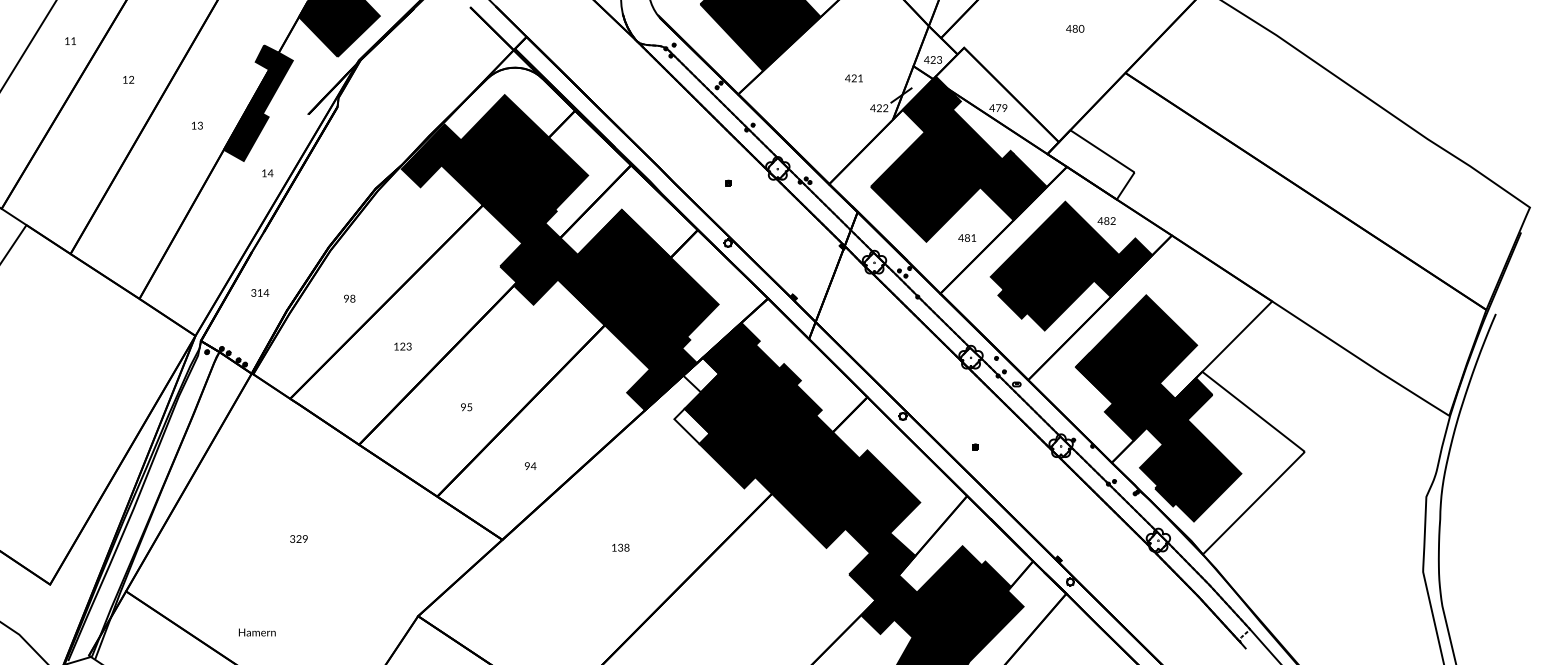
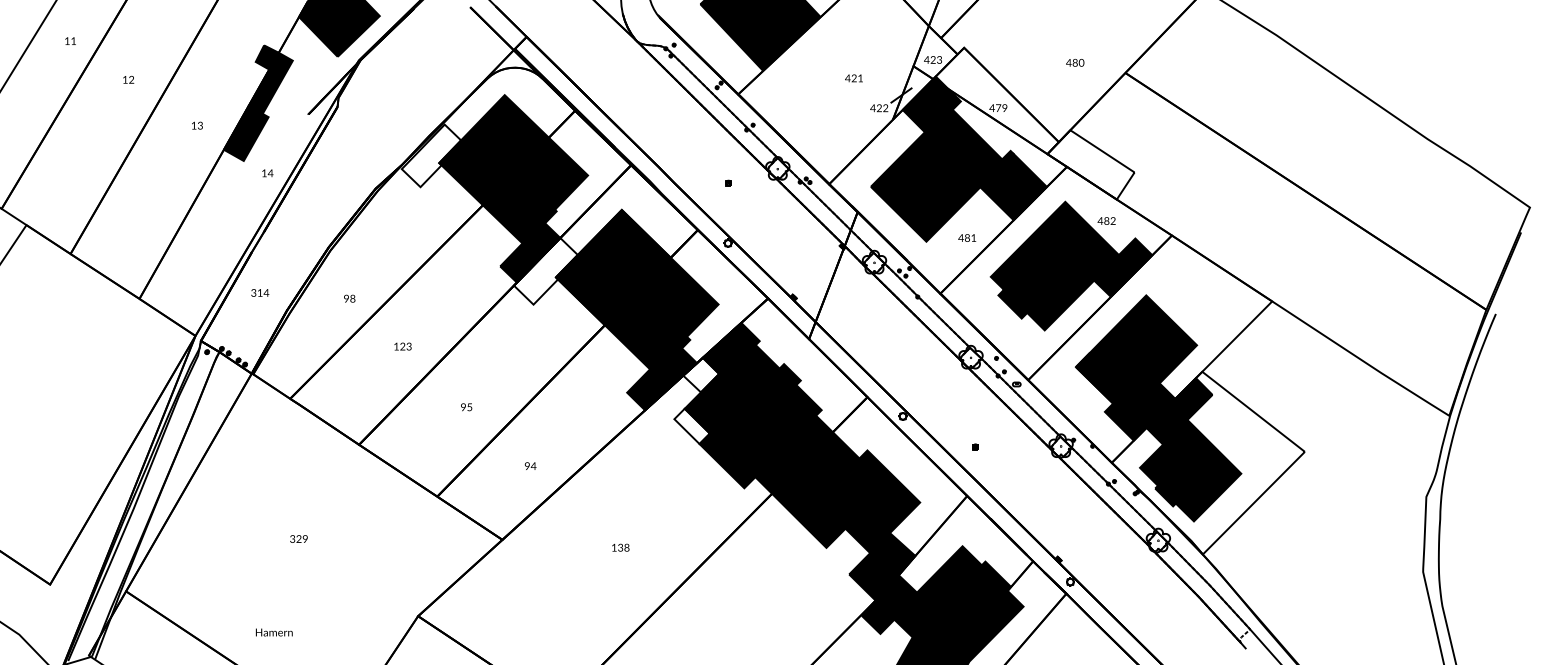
text at (1075, 28) position: (1075, 28) -> (1075, 62)
fill at (431, 155): present -> none
fill at (545, 271): present -> none
text at (257, 632) position: (257, 632) -> (274, 632)
